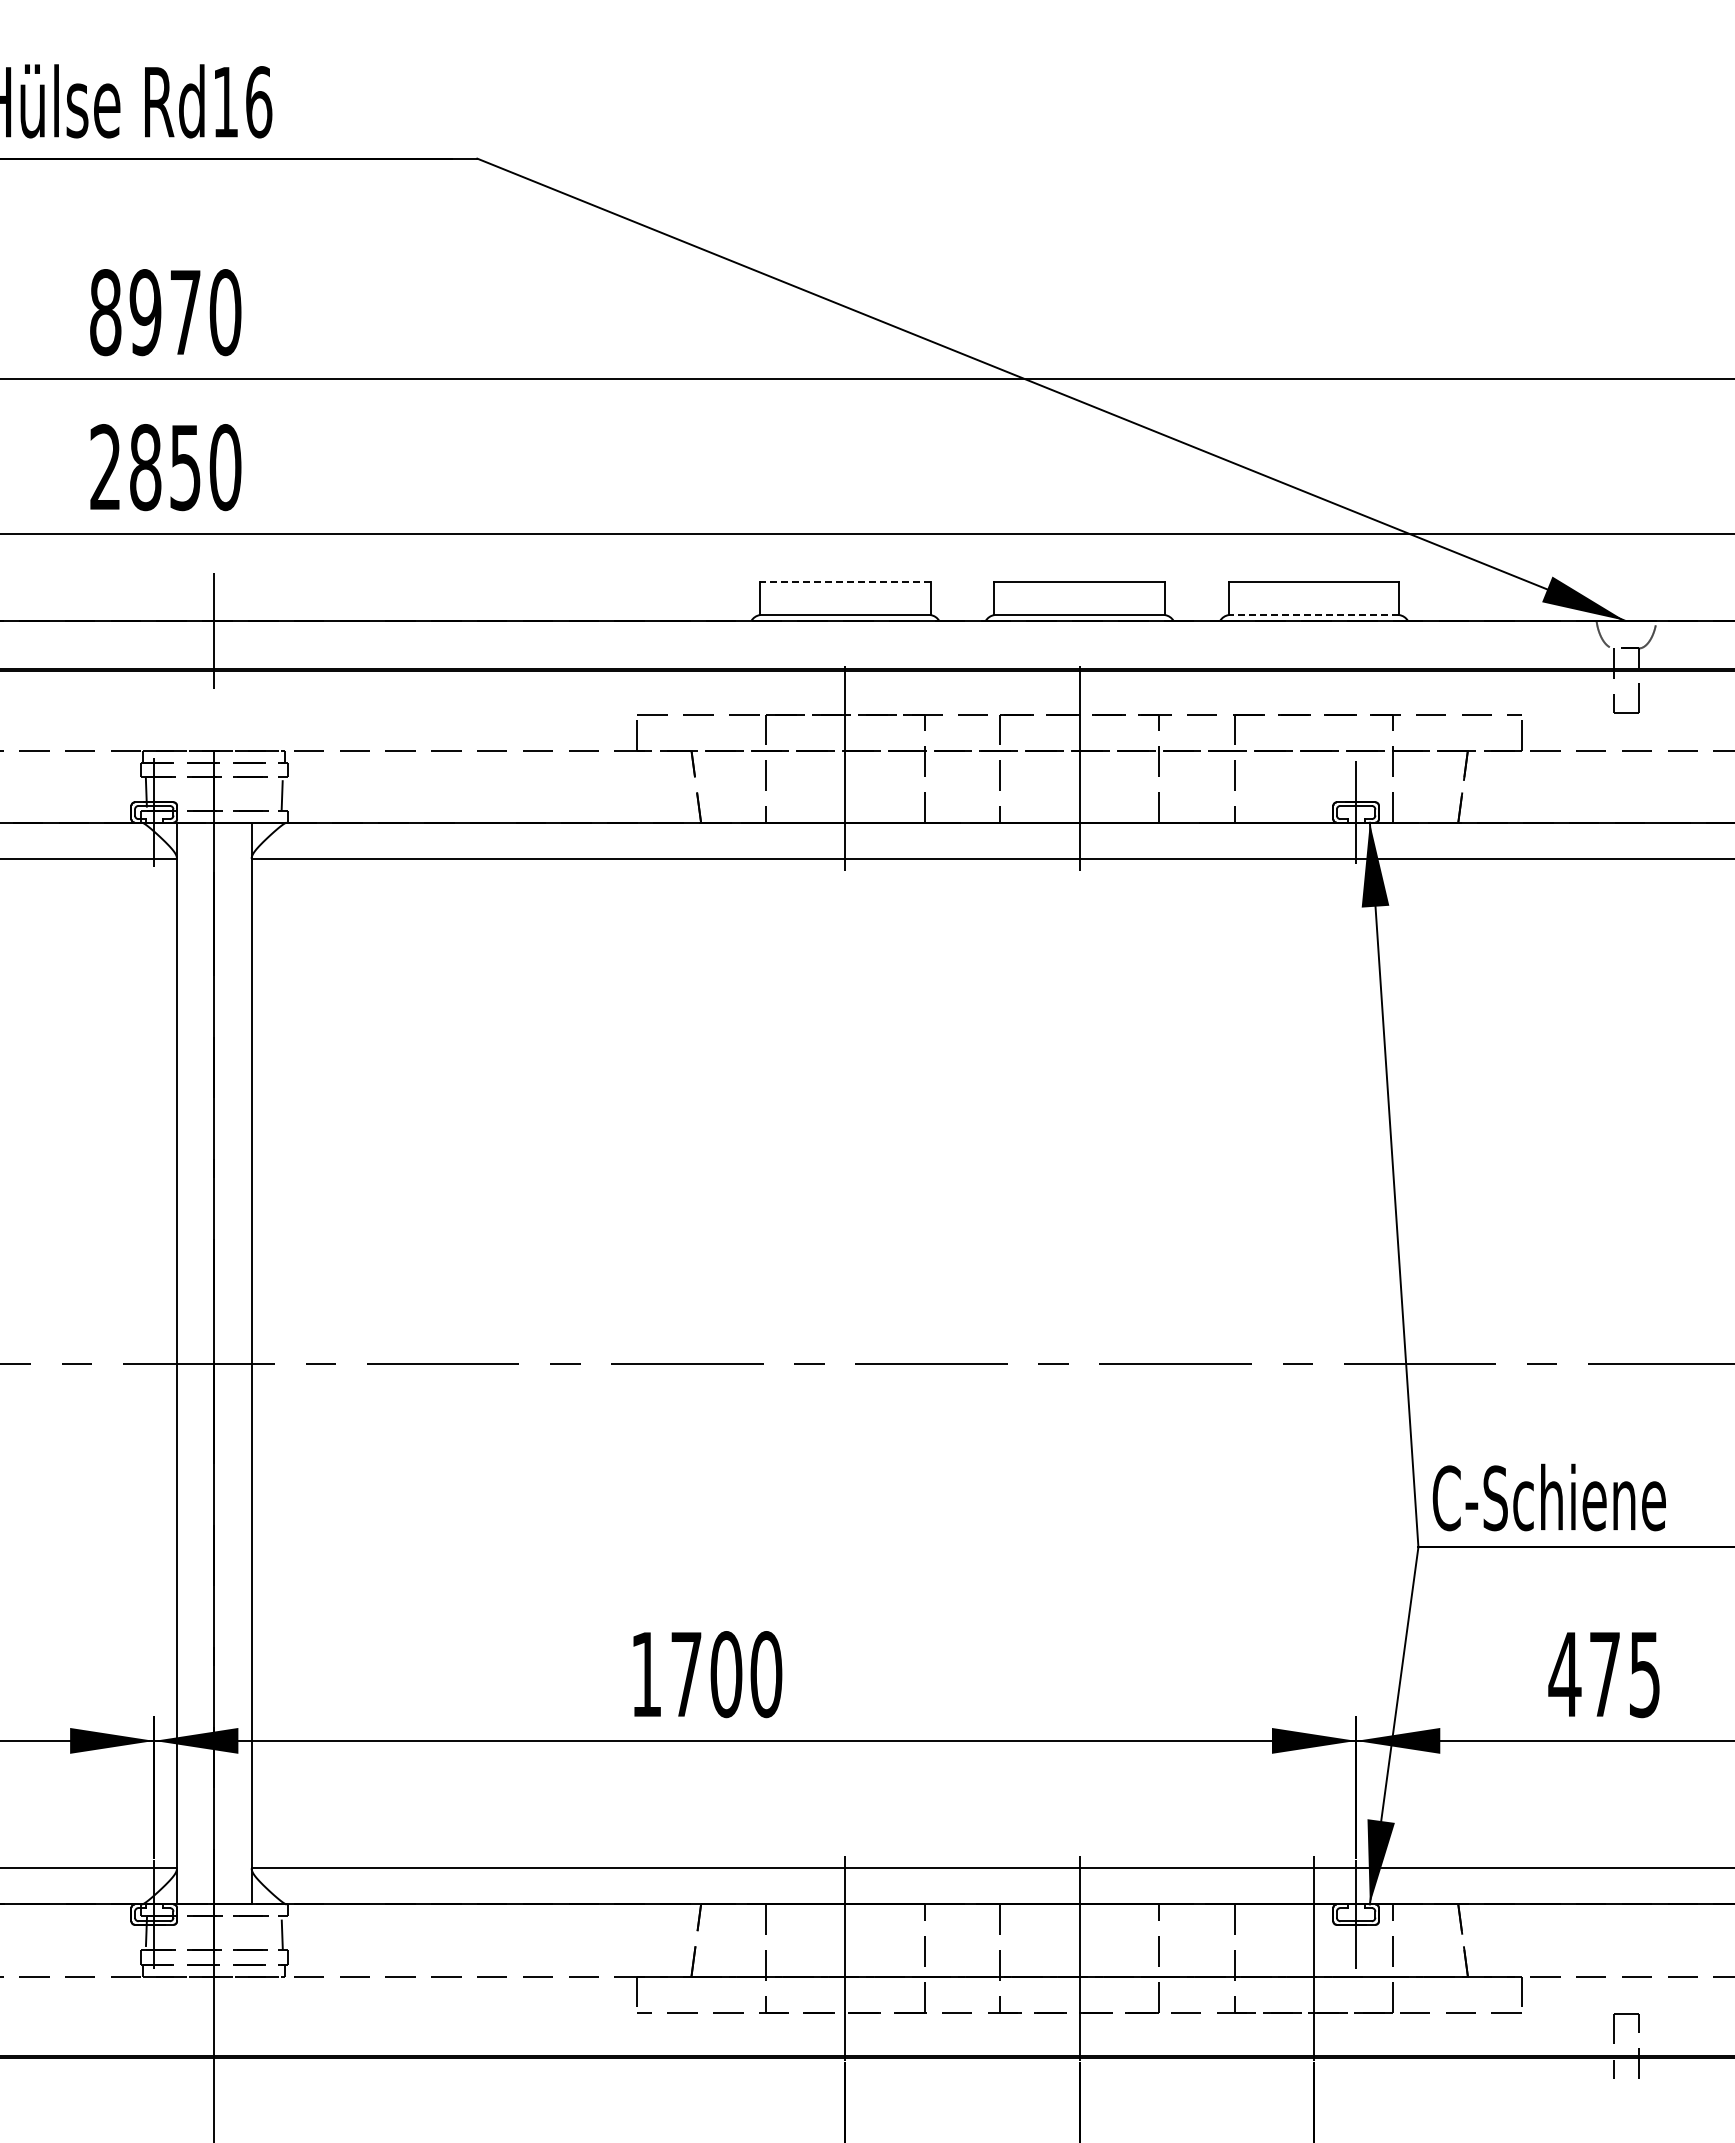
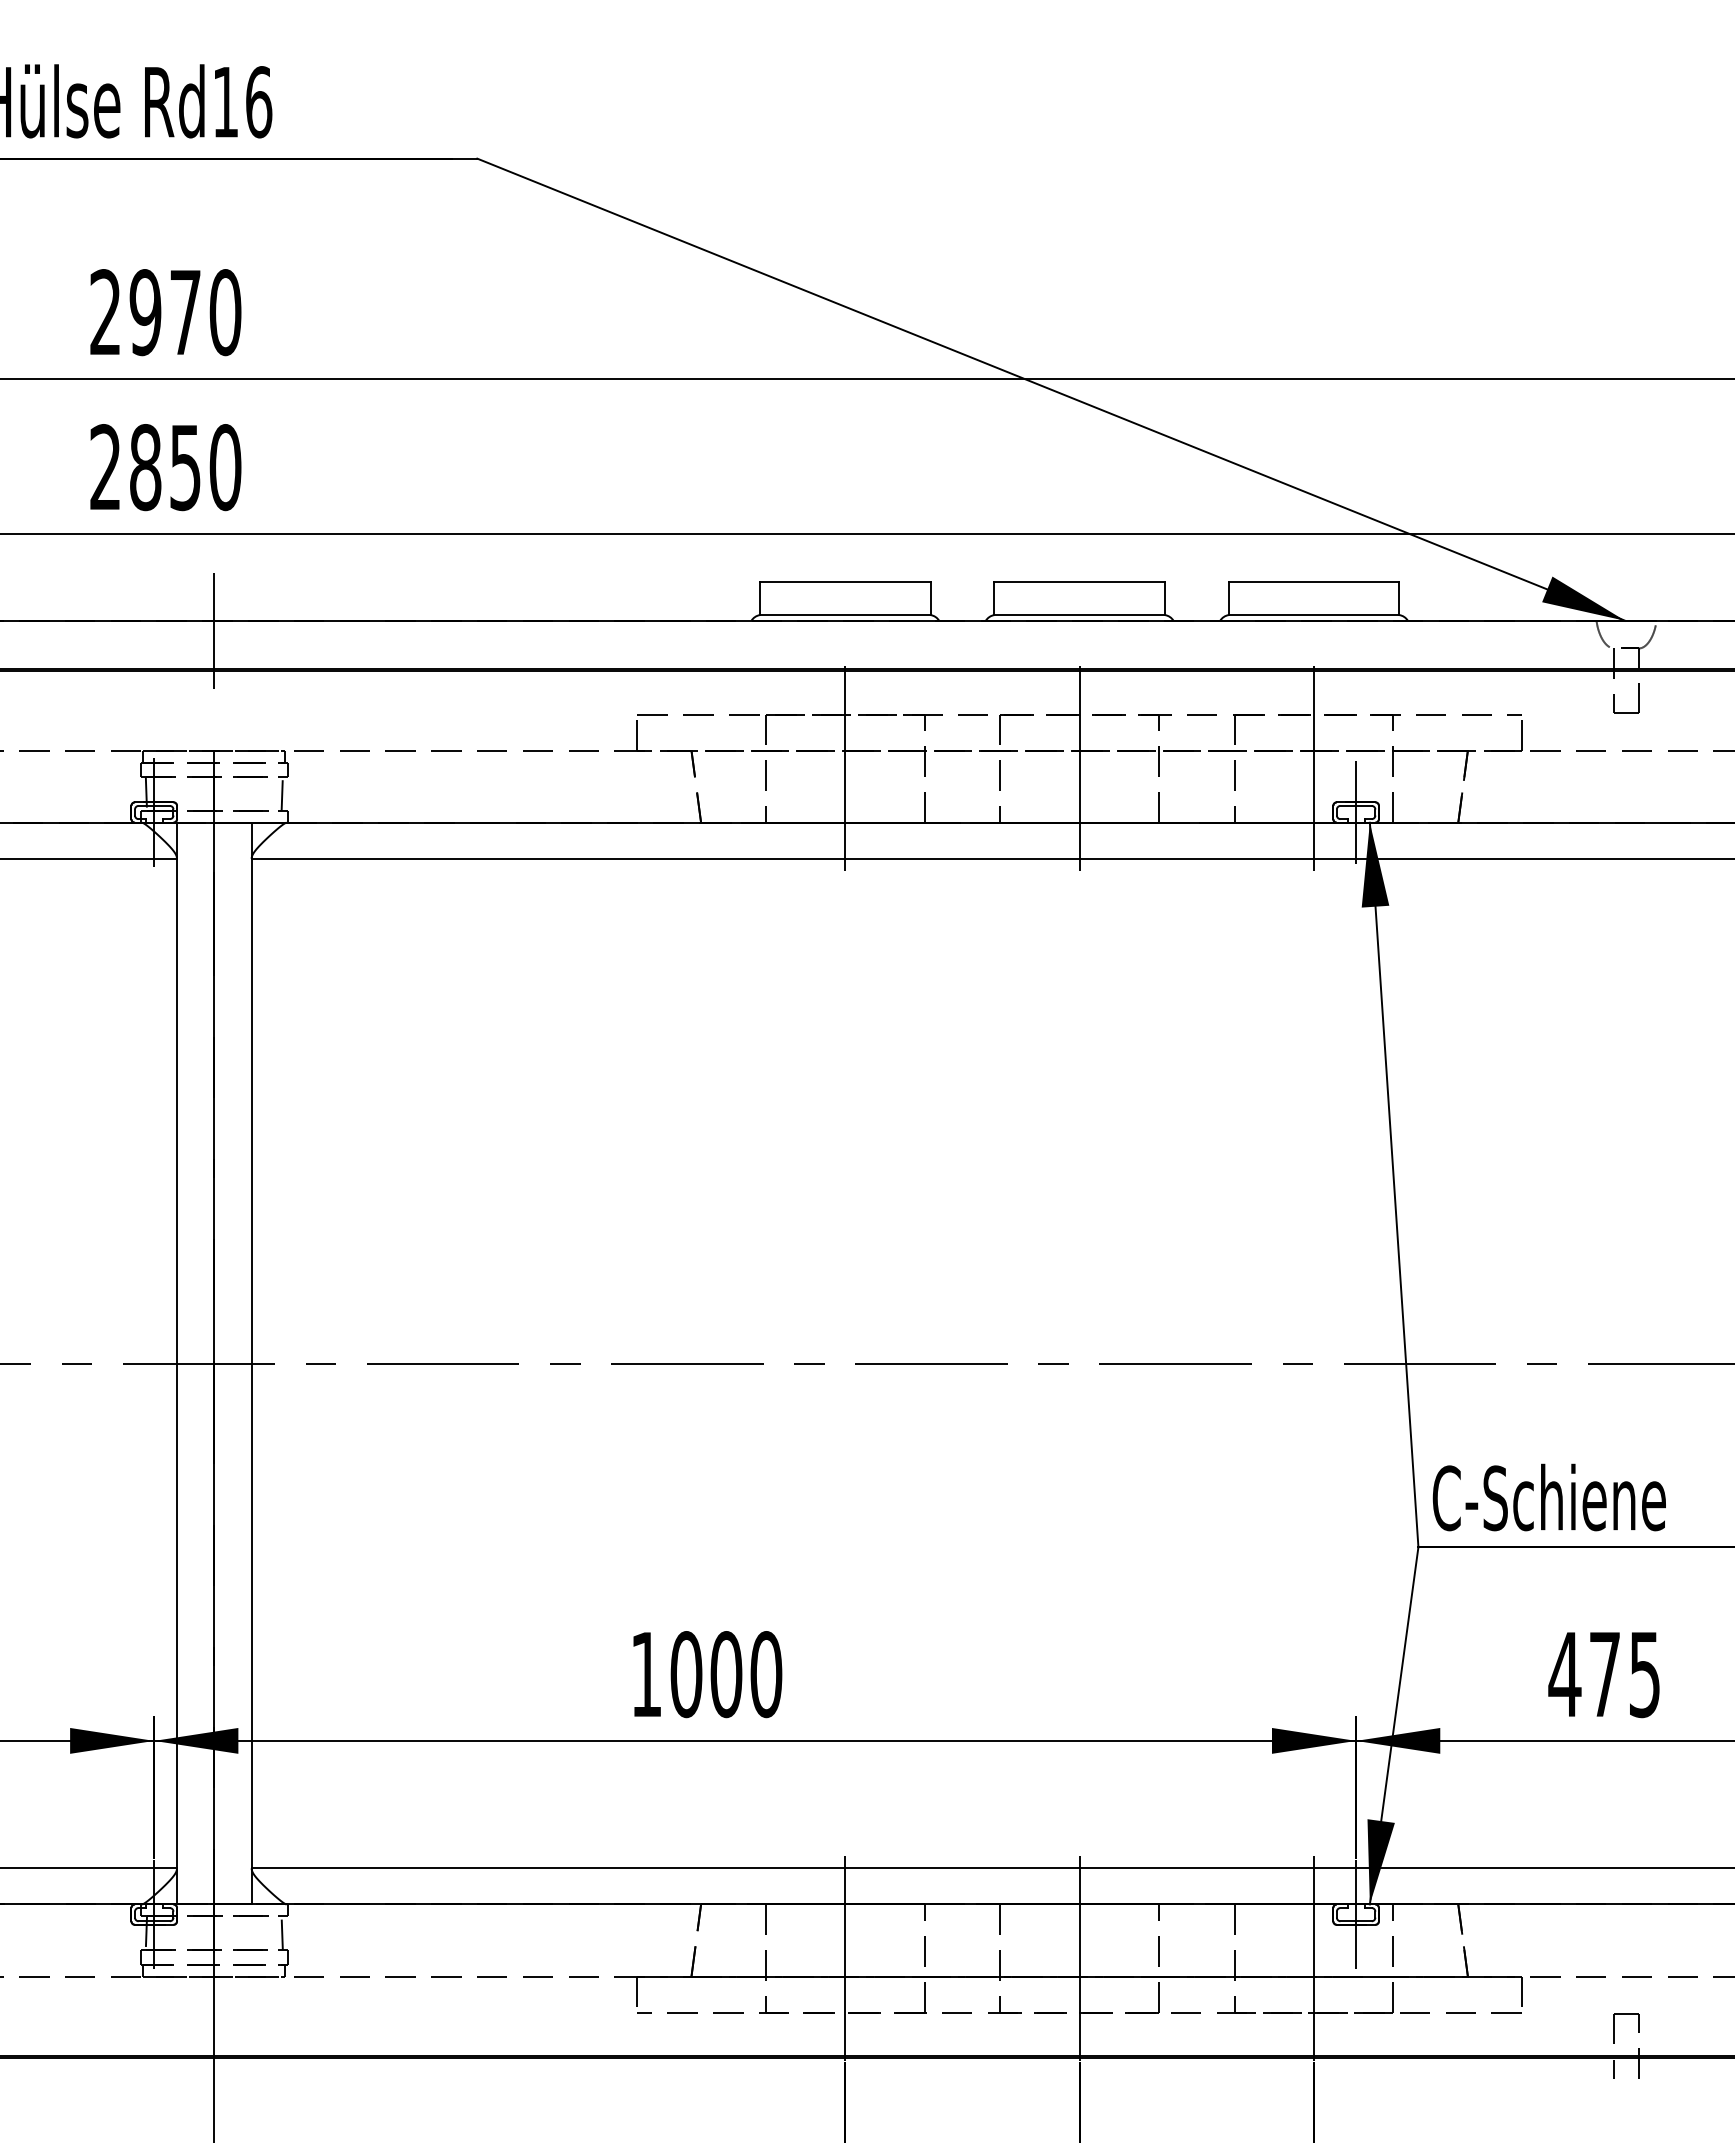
text at (105, 312): 8970 -> 2970
line at (844, 582): dashed -> solid
line at (1313, 615): dashed -> solid
line at (1314, 768): none -> present
text at (686, 1674): 1700 -> 1000
